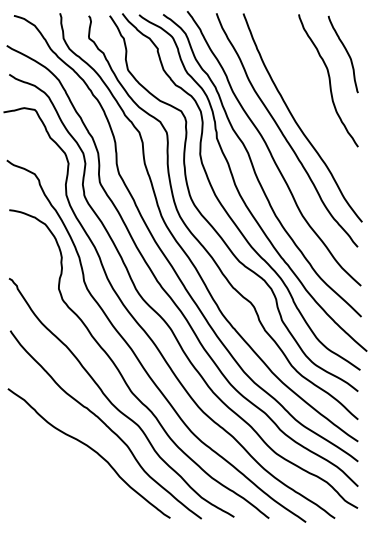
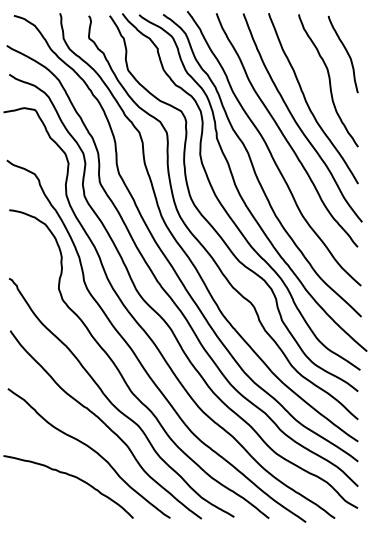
curve at (307, 101): none -> present
curve at (70, 476): none -> present
